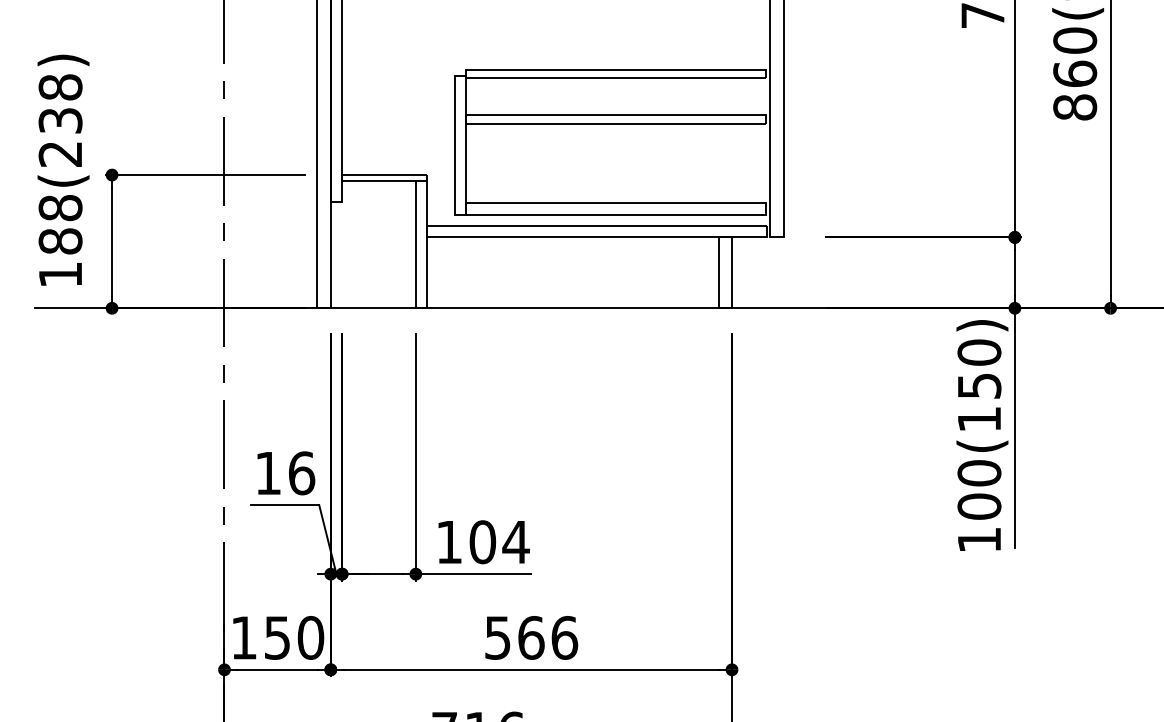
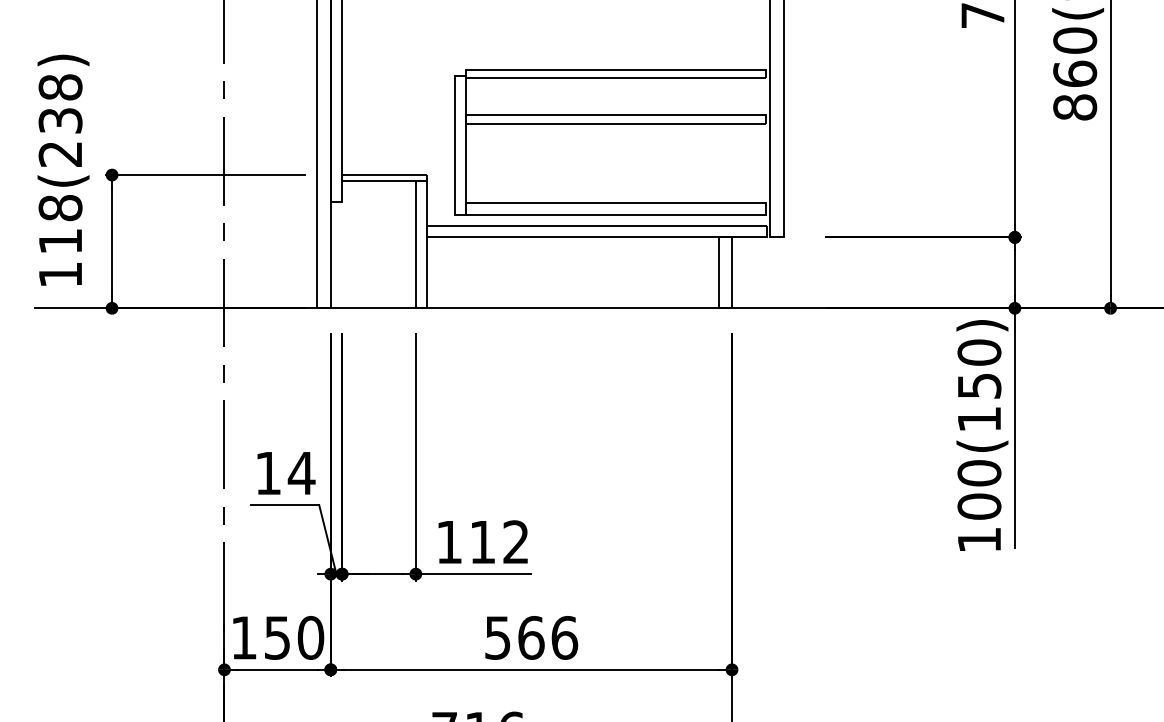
text at (60, 241): 188(238) -> 118(238)
text at (301, 473): 16 -> 14
text at (499, 542): 104 -> 112
